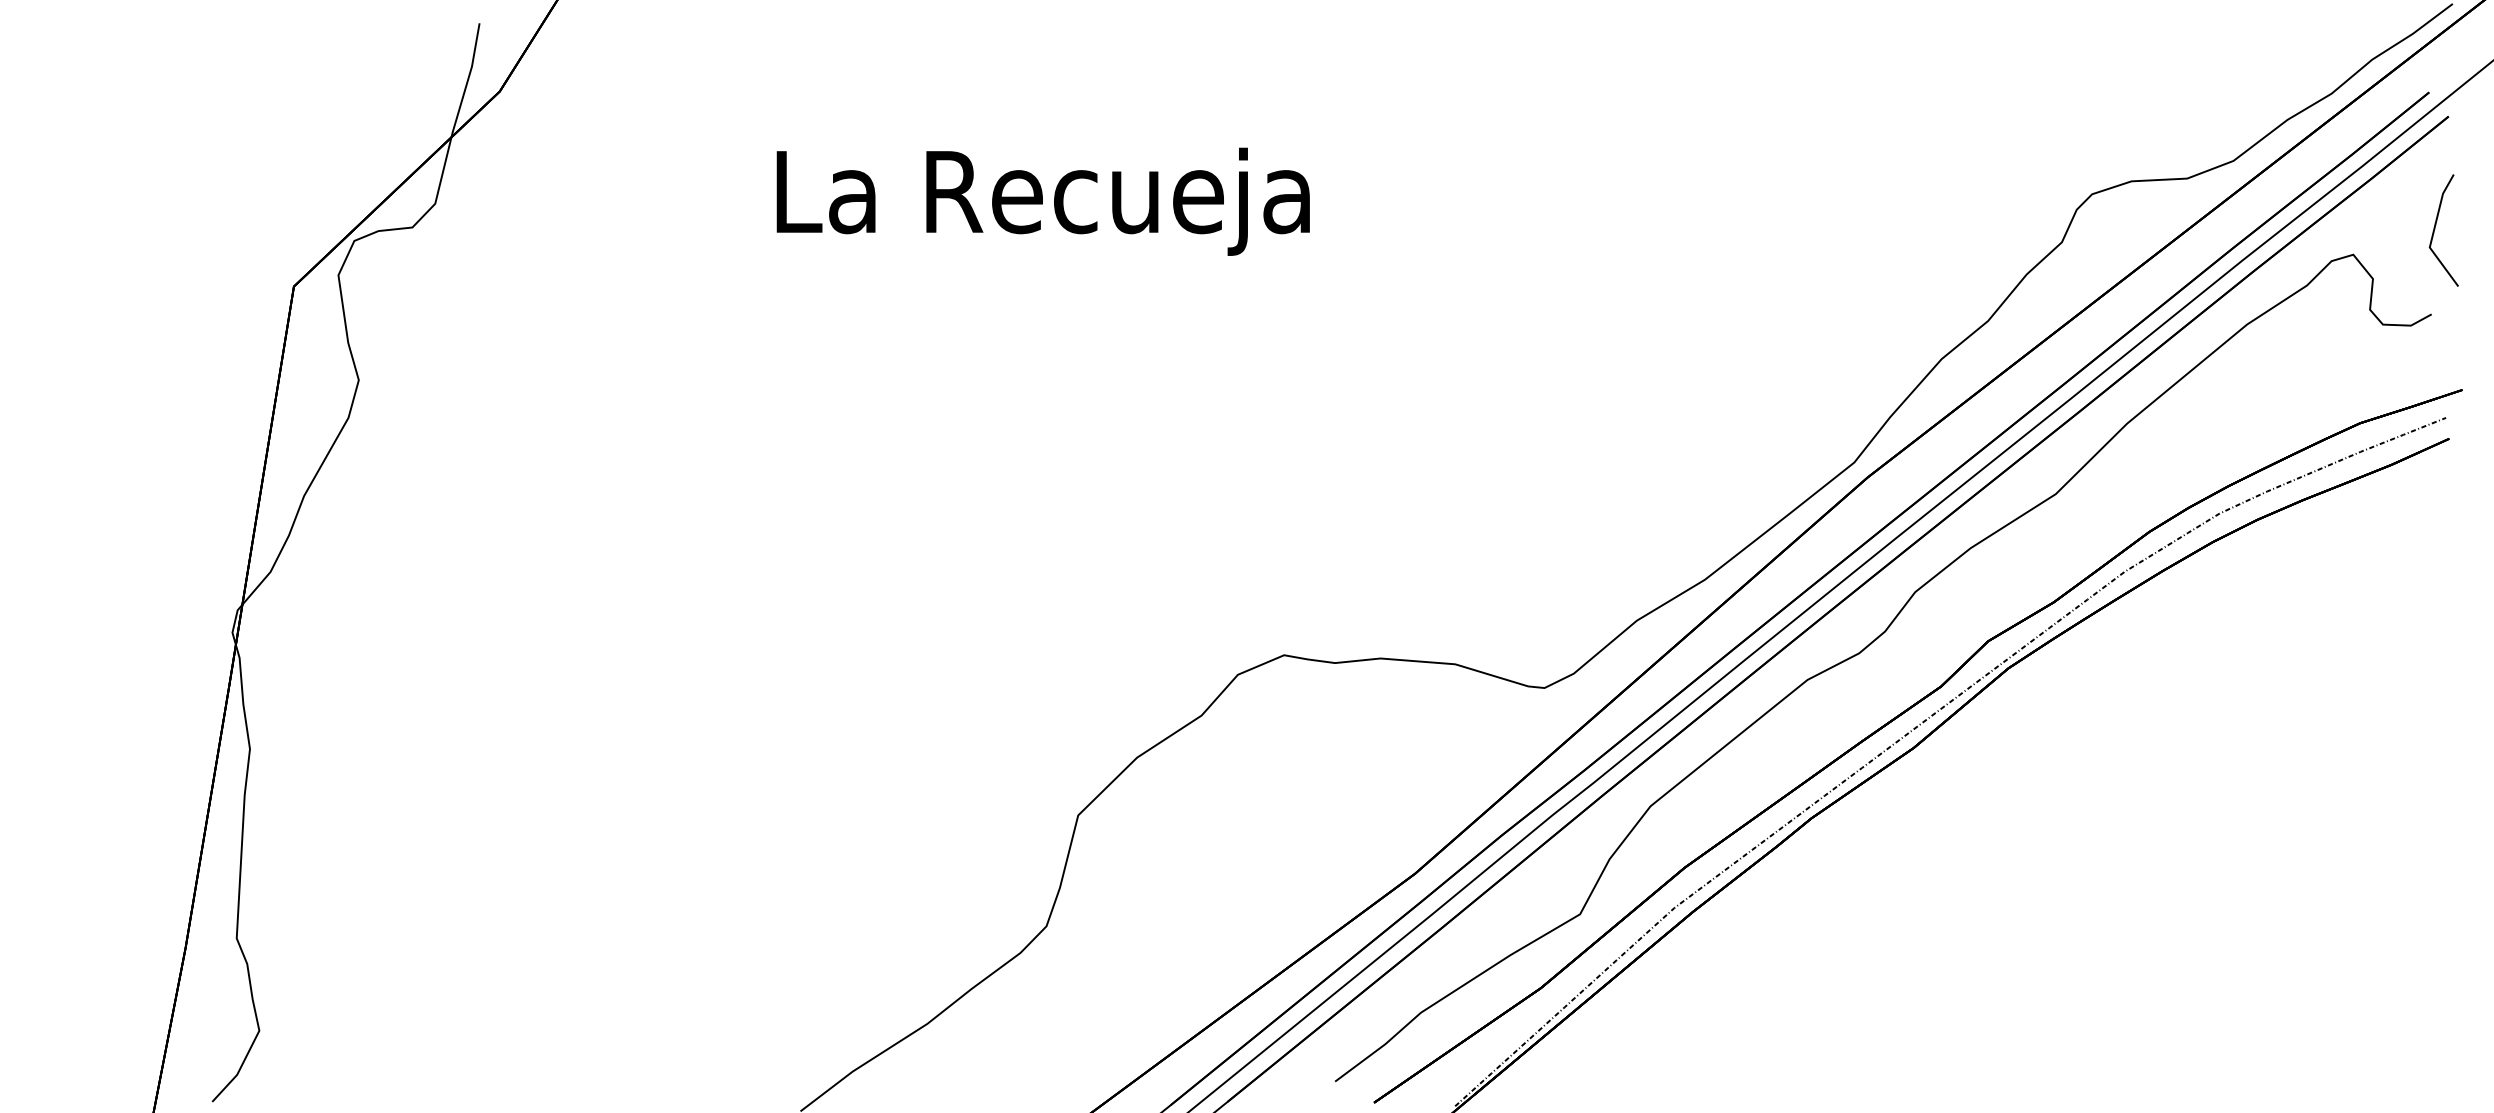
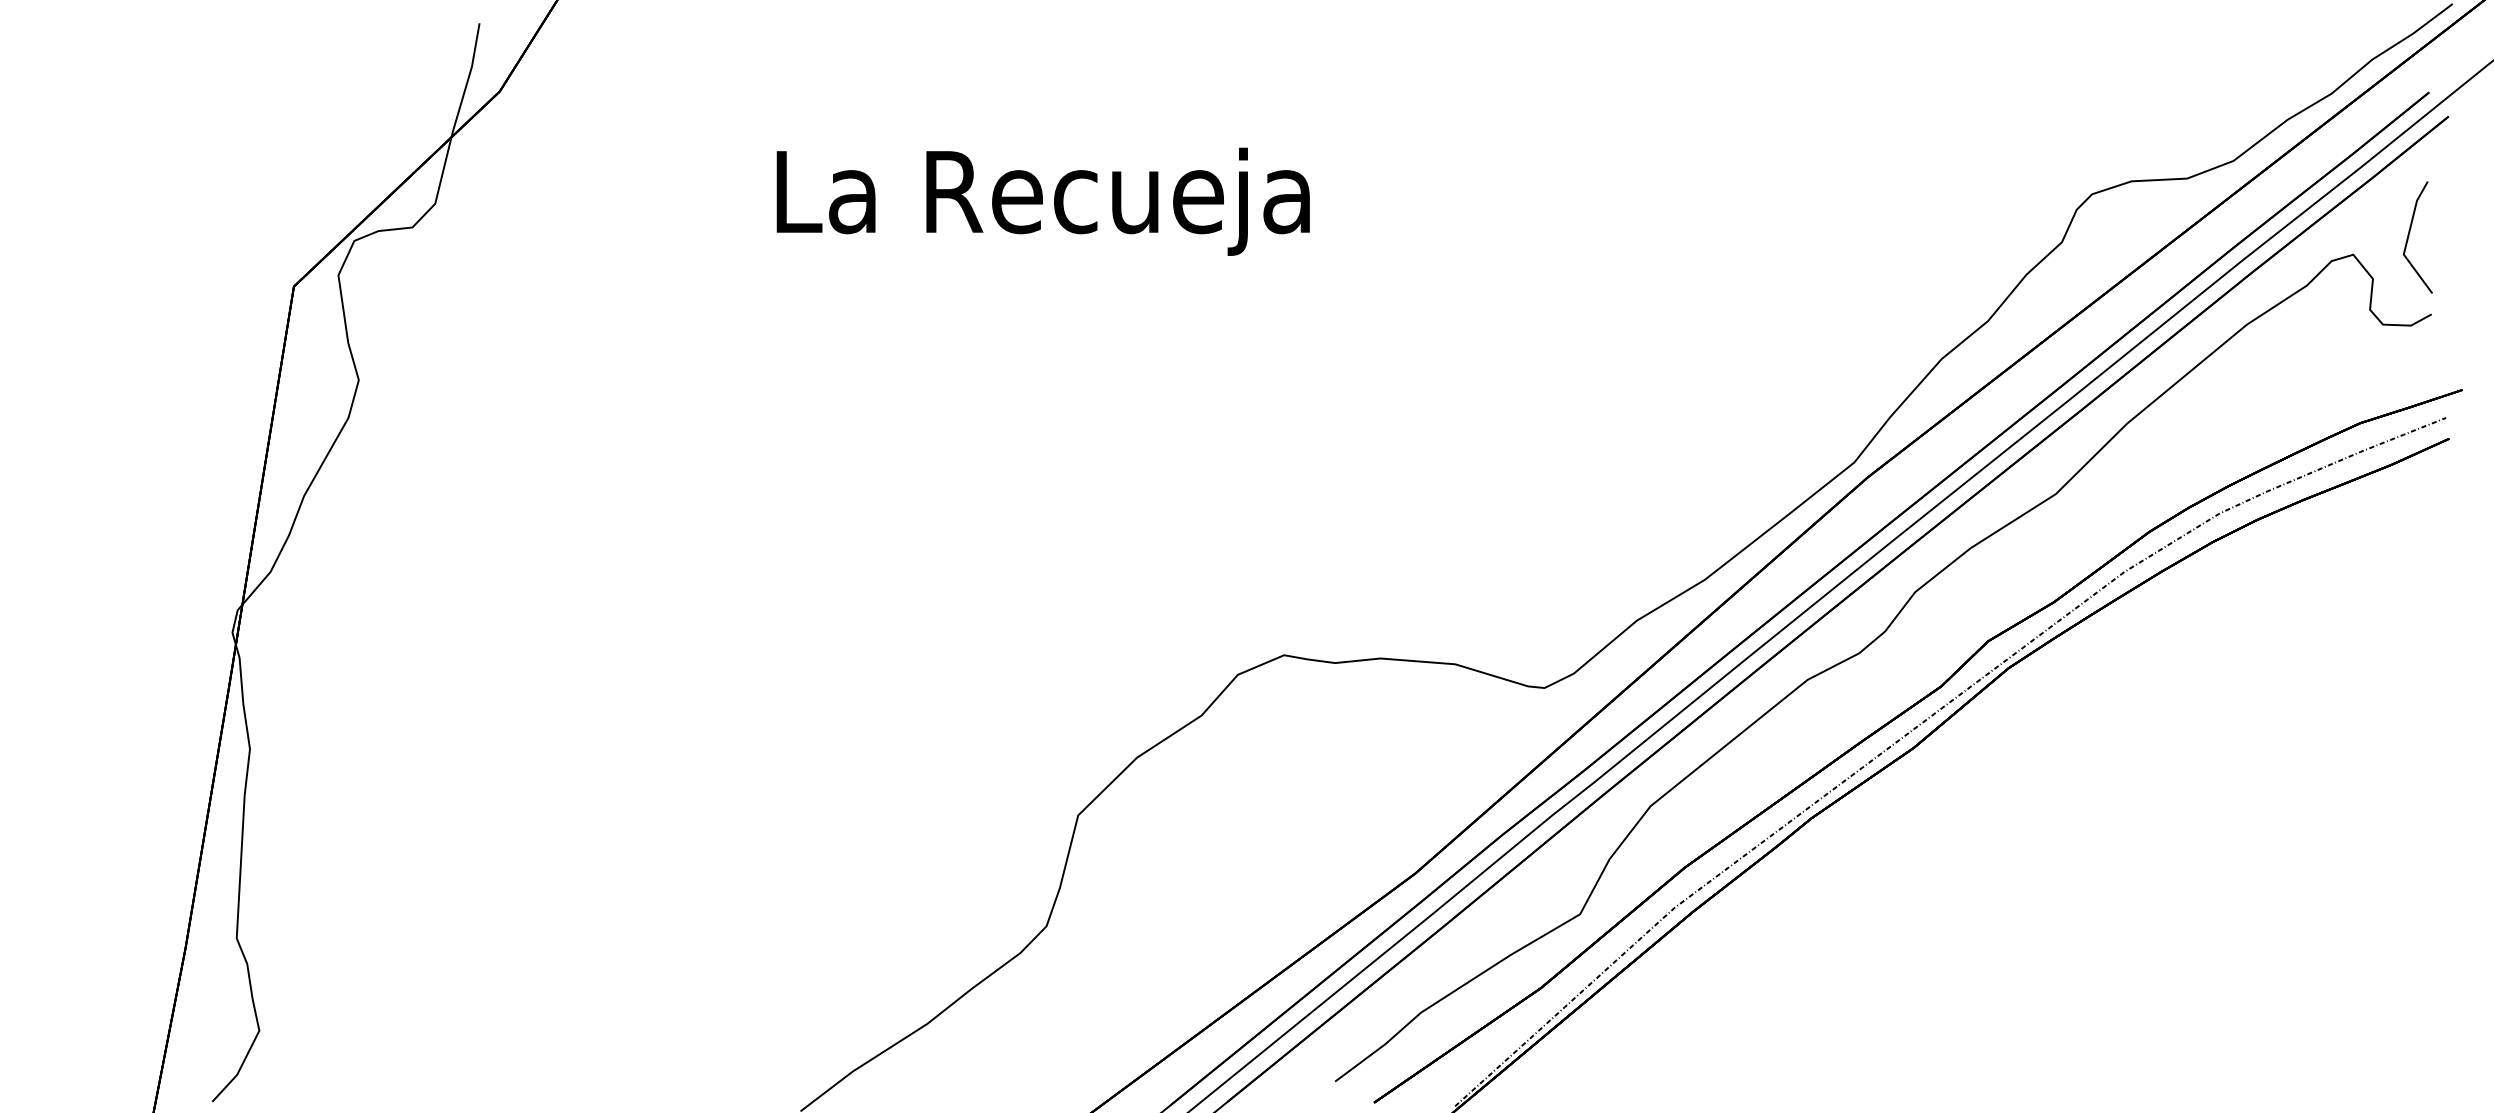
line at (2435, 229) position: (2435, 229) -> (2409, 236)
